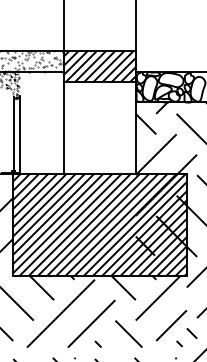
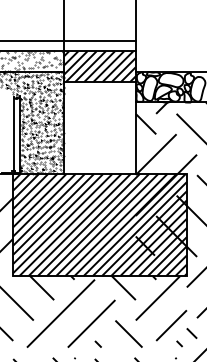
line at (68, 41): none -> present
hatch at (42, 122): none -> present
